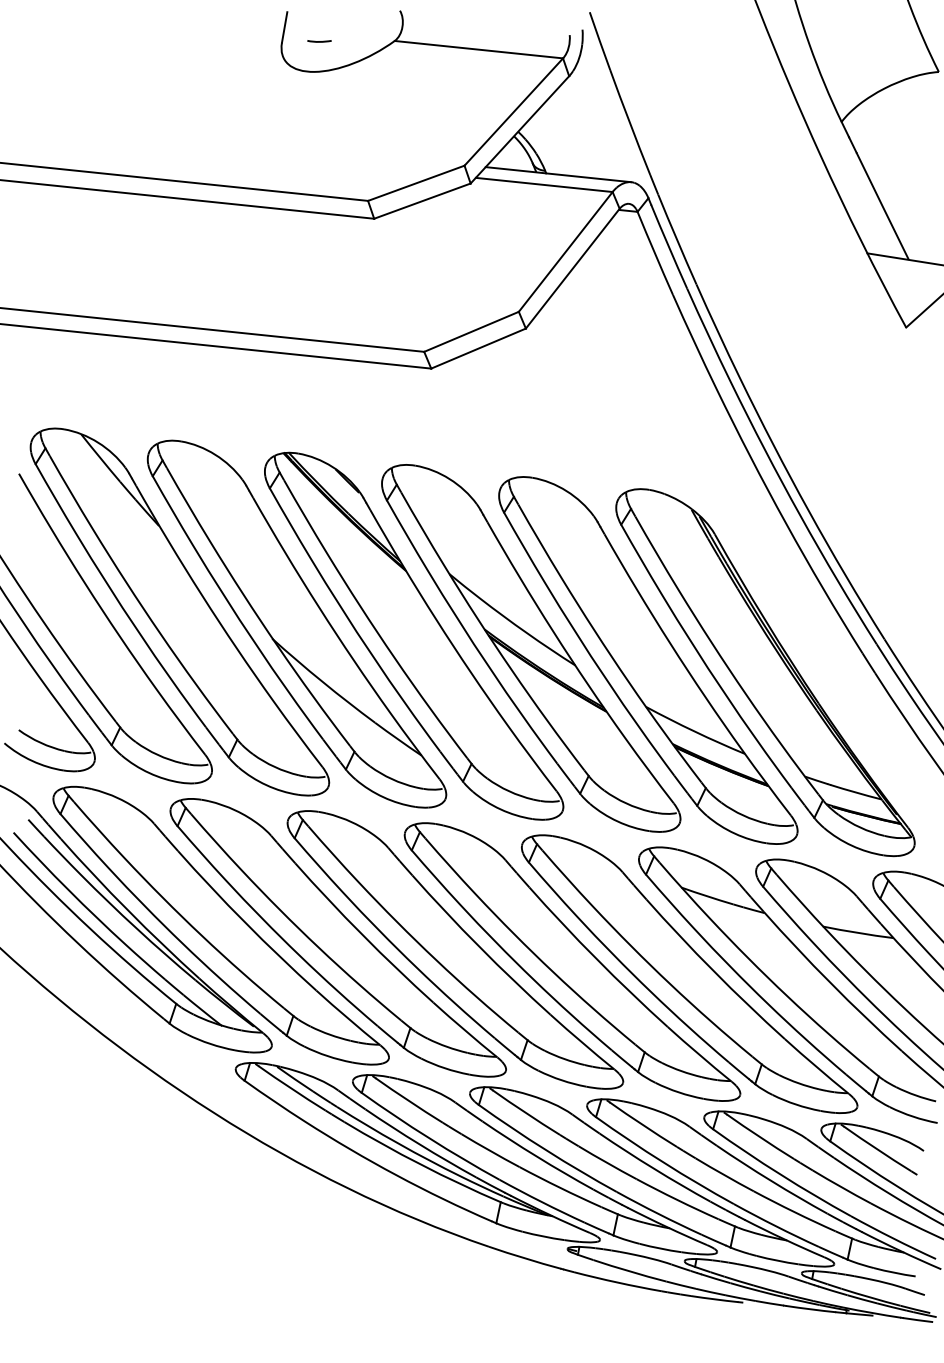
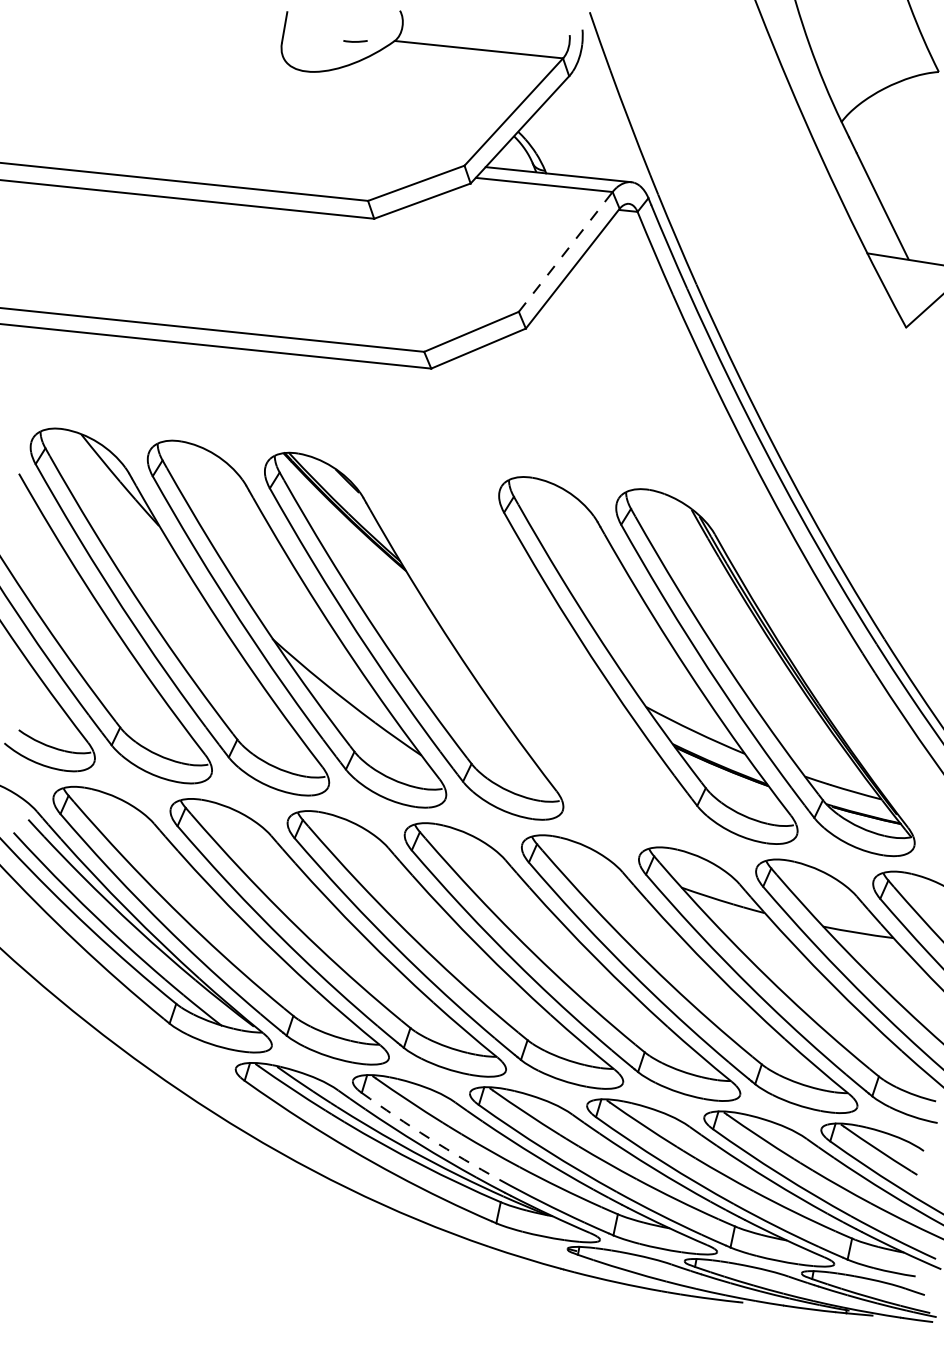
line at (319, 41) position: (319, 41) -> (355, 41)
line at (566, 251): solid -> dashed
part at (531, 648): present -> none
arc at (429, 1138): solid -> dashed
